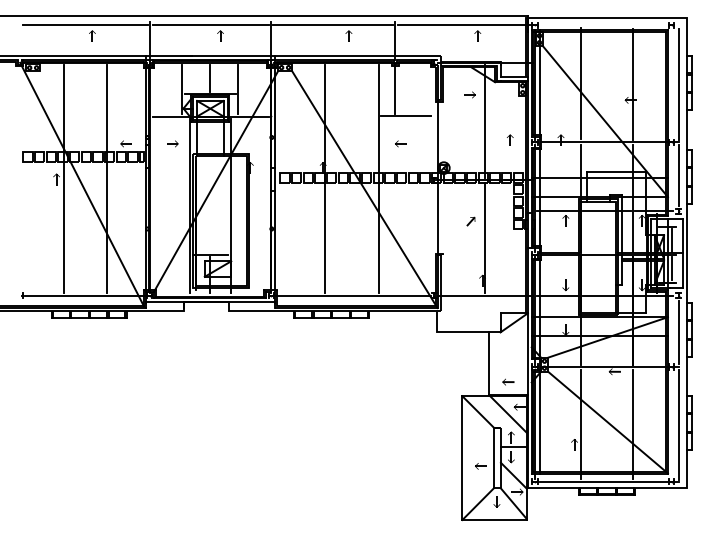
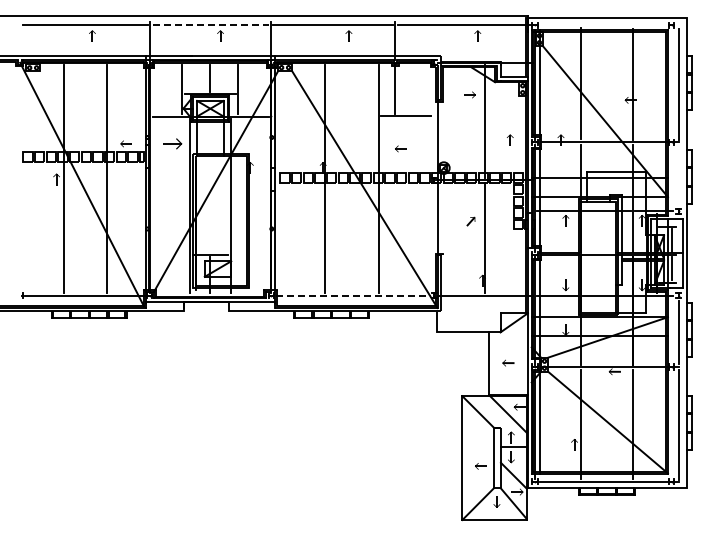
line at (210, 25): solid -> dashed
part at (172, 143) size: 12x8 px -> 20x12 px
part at (400, 143) position: (400, 143) -> (400, 148)
line at (678, 175): present -> none
line at (353, 295): solid -> dashed
part at (508, 381) position: (508, 381) -> (508, 362)
